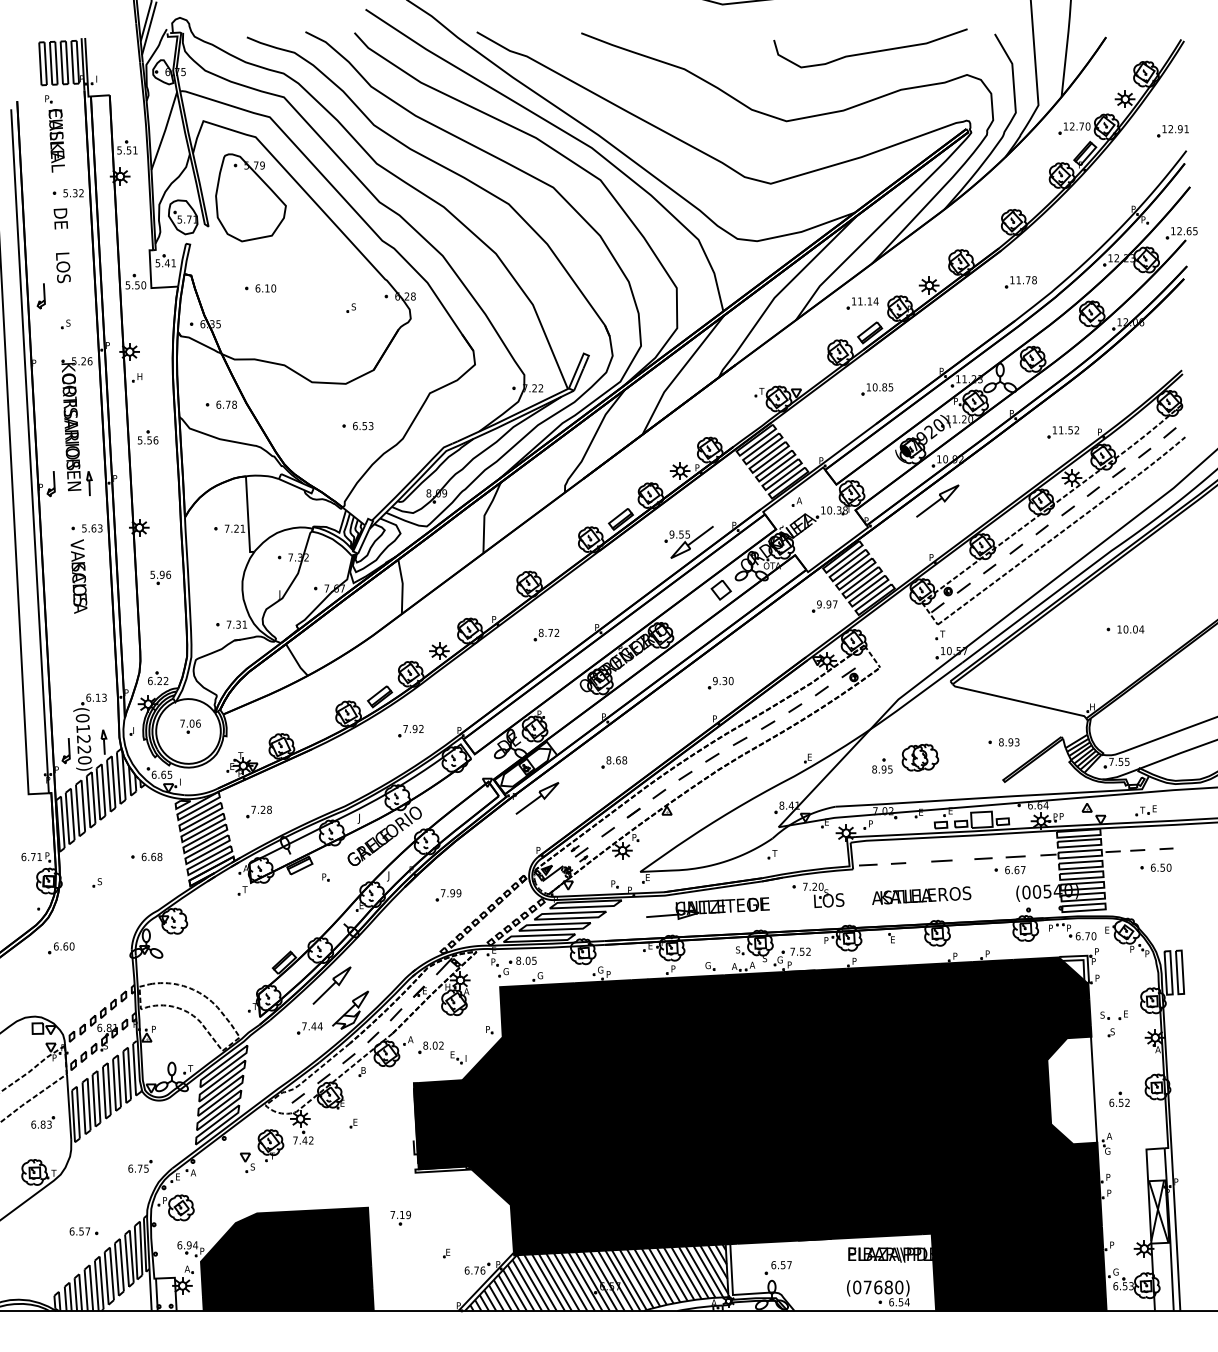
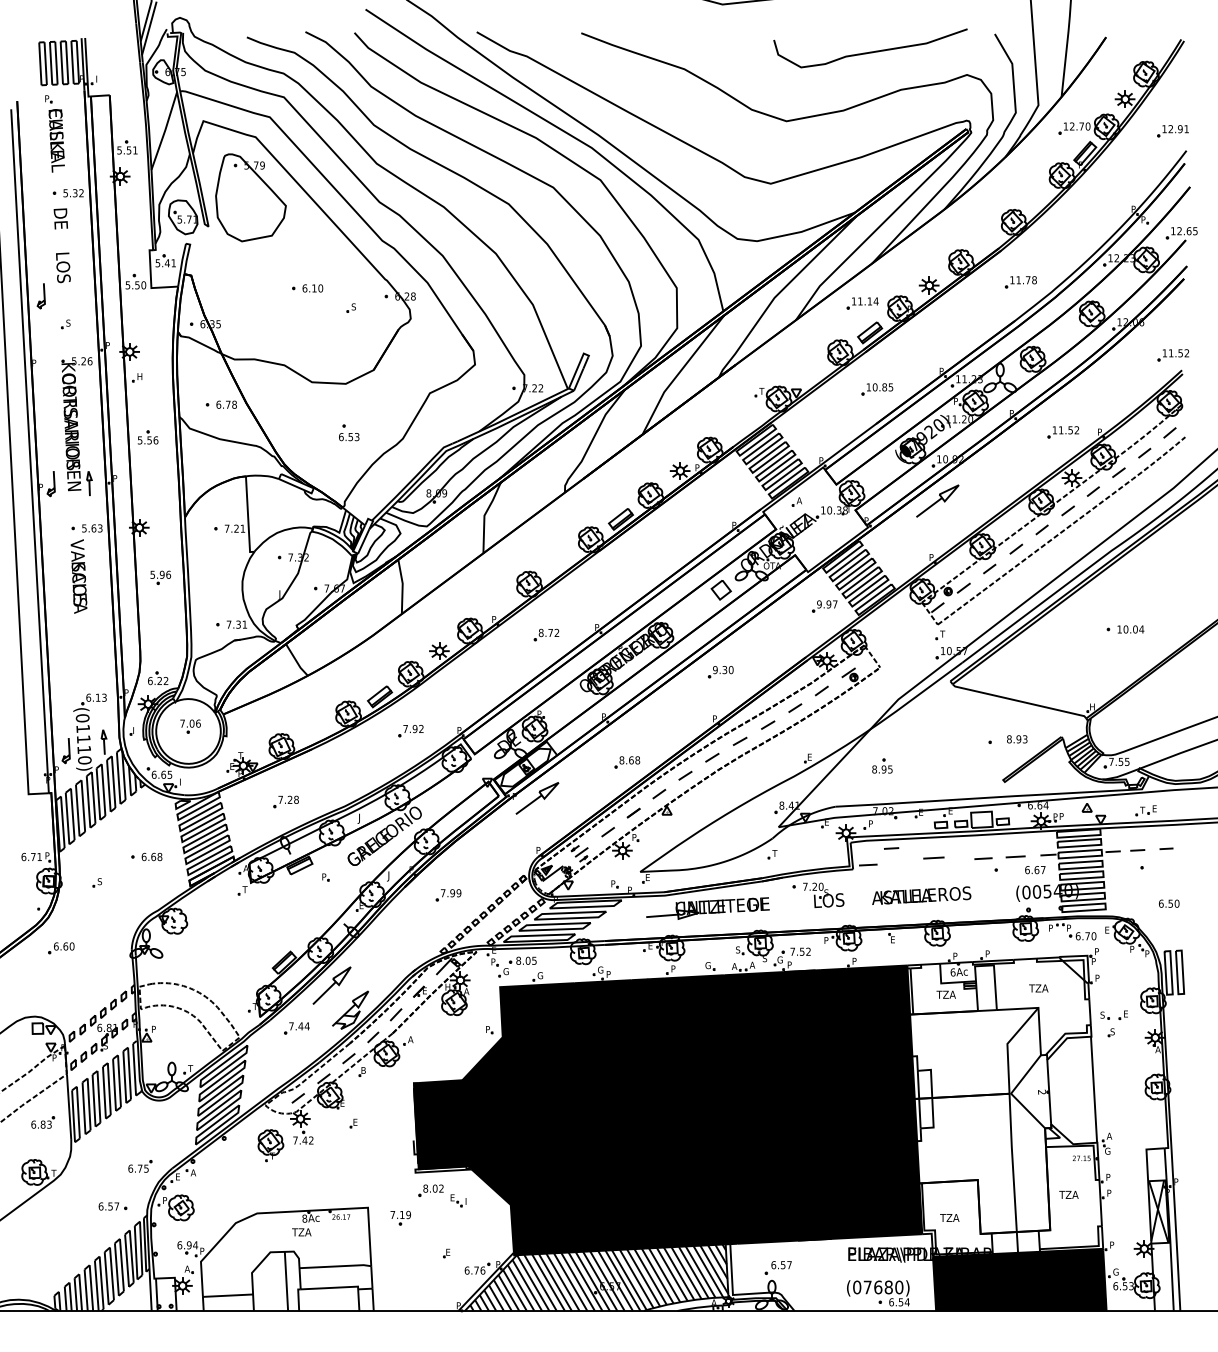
part at (260, 288) position: (260, 288) -> (307, 288)
part at (1173, 355): none -> present
text at (363, 426) position: (363, 426) -> (349, 437)
part at (688, 542): present -> none
part at (720, 683) position: (720, 683) -> (720, 672)
text at (1009, 742) position: (1009, 742) -> (1017, 739)
text at (84, 744): (01220) -> (01110)
part at (920, 757): present -> none
part at (614, 762) position: (614, 762) -> (627, 762)
part at (258, 811) position: (258, 811) -> (285, 801)
line at (941, 860) position: (941, 860) -> (933, 857)
line at (898, 863) position: (898, 863) -> (891, 848)
text at (1161, 867) position: (1161, 867) -> (1169, 903)
text at (1015, 870) position: (1015, 870) -> (1035, 870)
part at (309, 1028) position: (309, 1028) -> (296, 1028)
part at (442, 1052) position: (442, 1052) -> (442, 1195)
part at (1119, 1098): present -> none
fill at (1005, 1106): present -> none
part at (247, 1162): present -> none
part at (83, 1231) position: (83, 1231) -> (112, 1206)
fill at (286, 1259): present -> none
